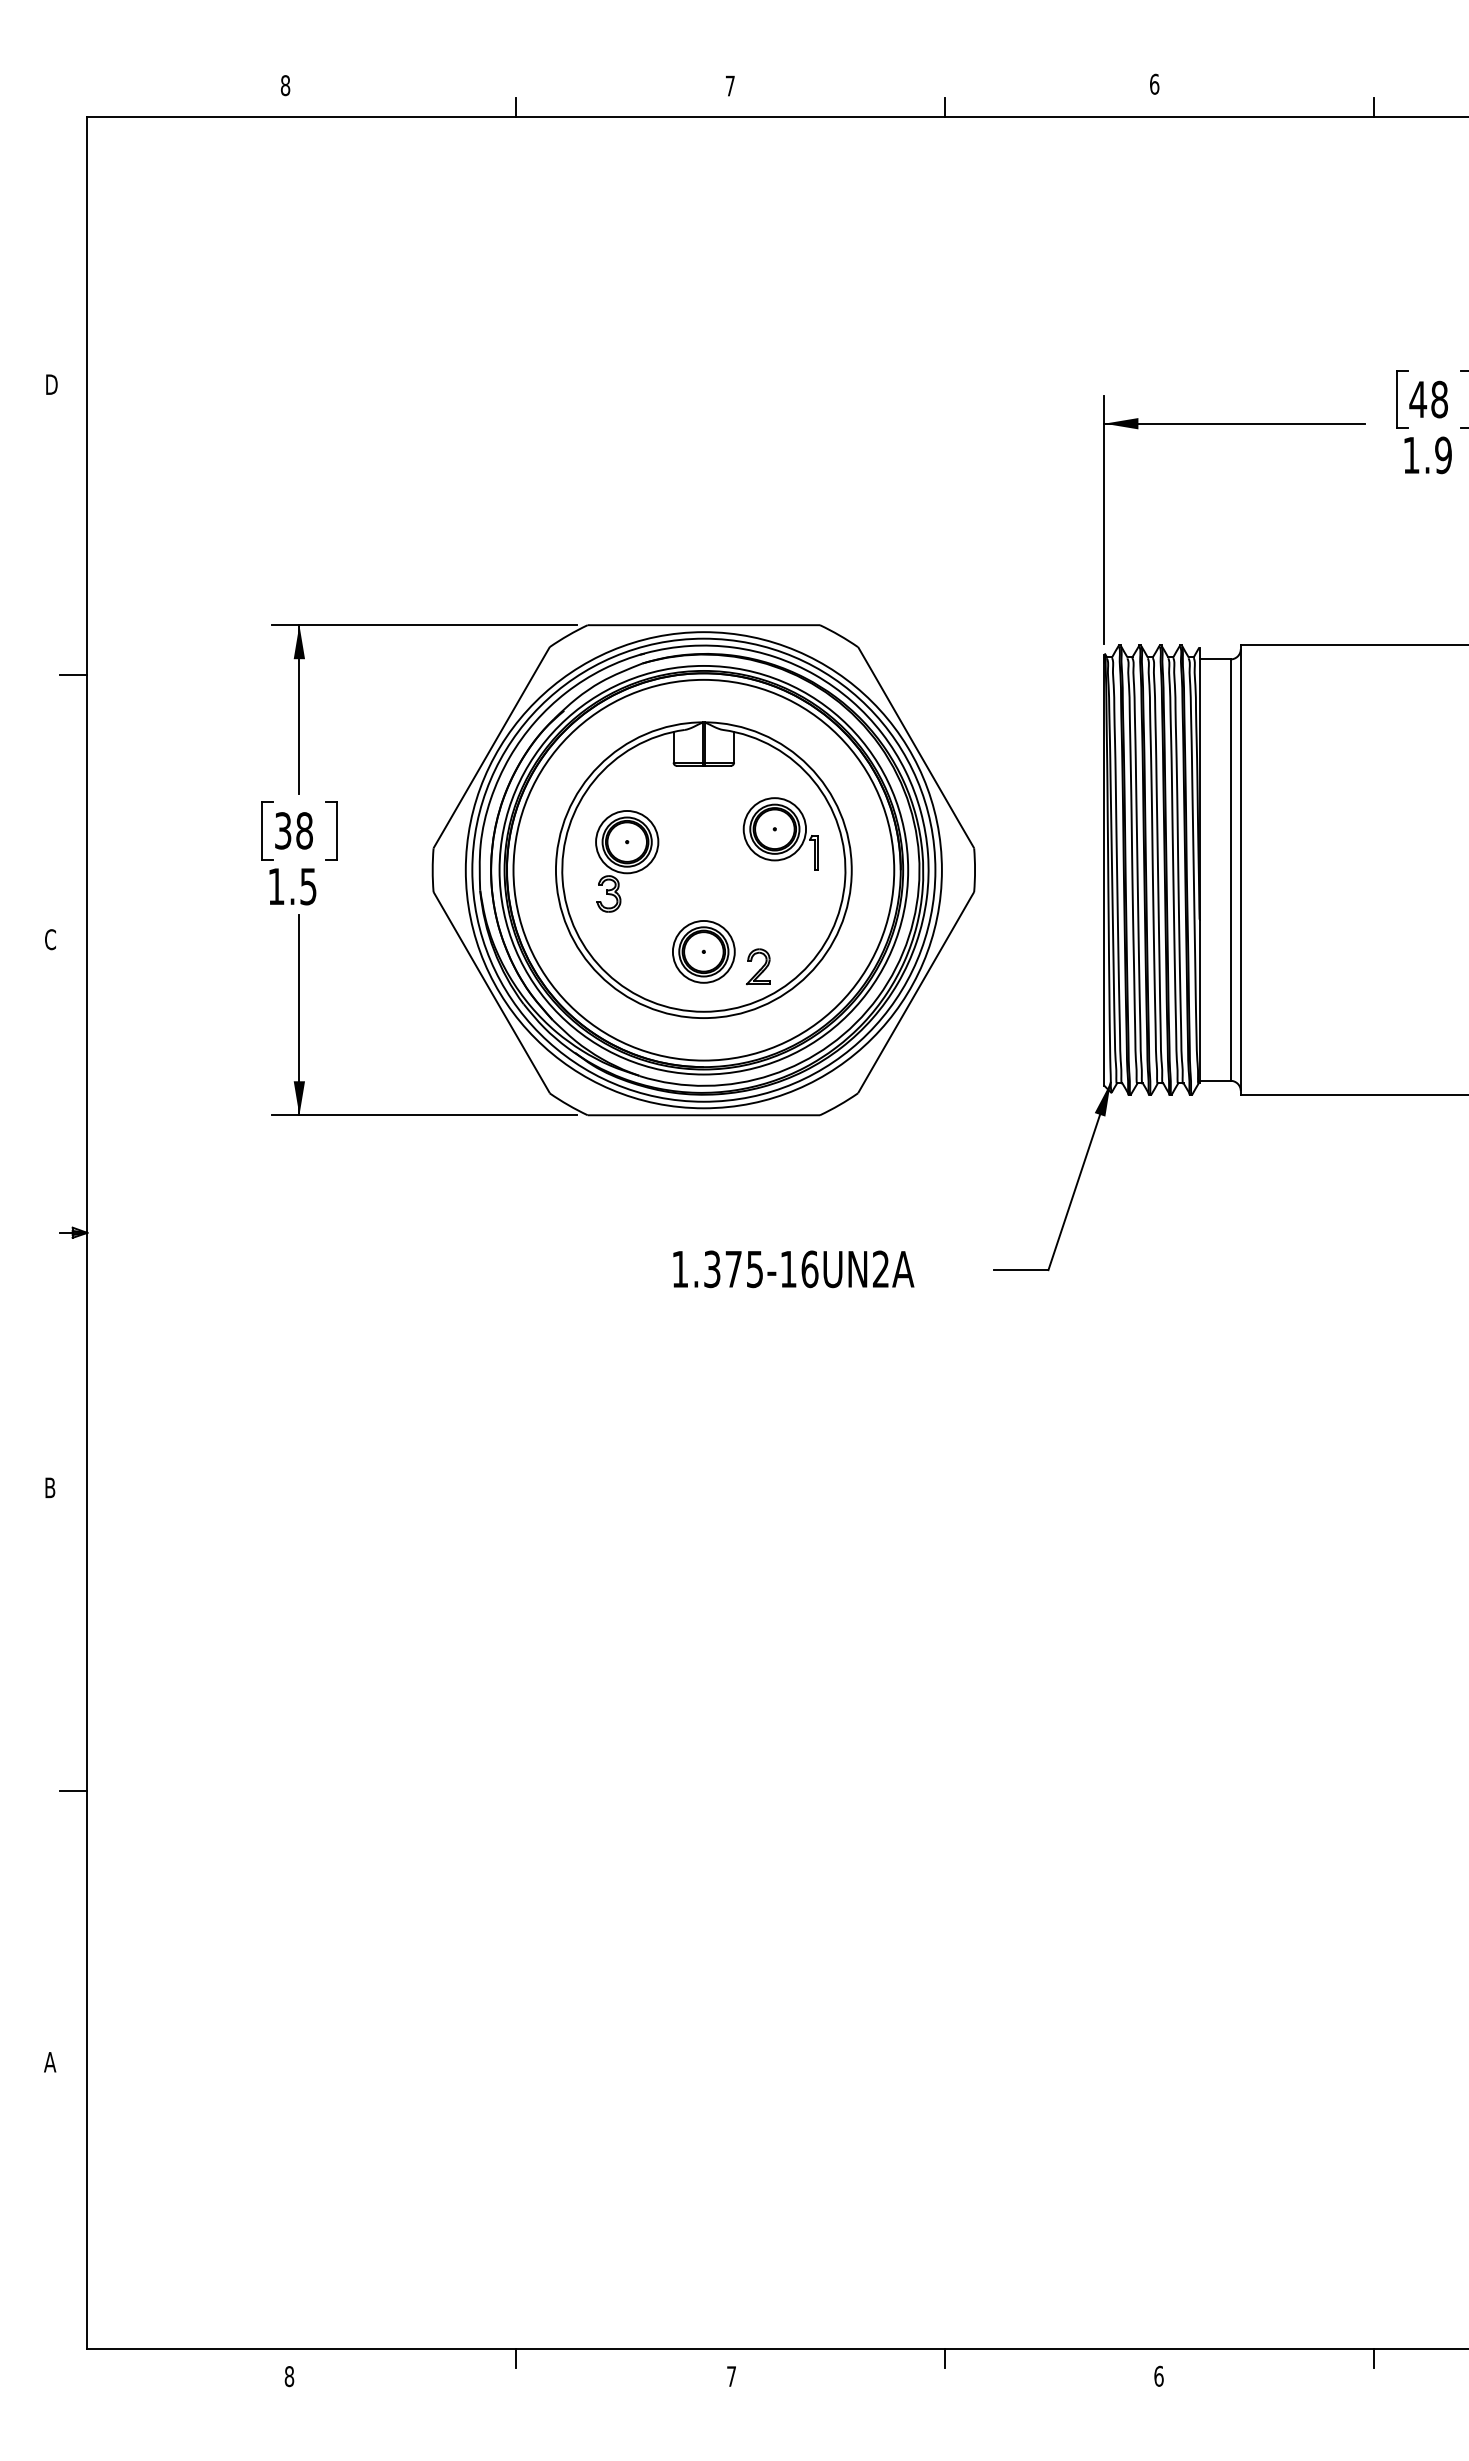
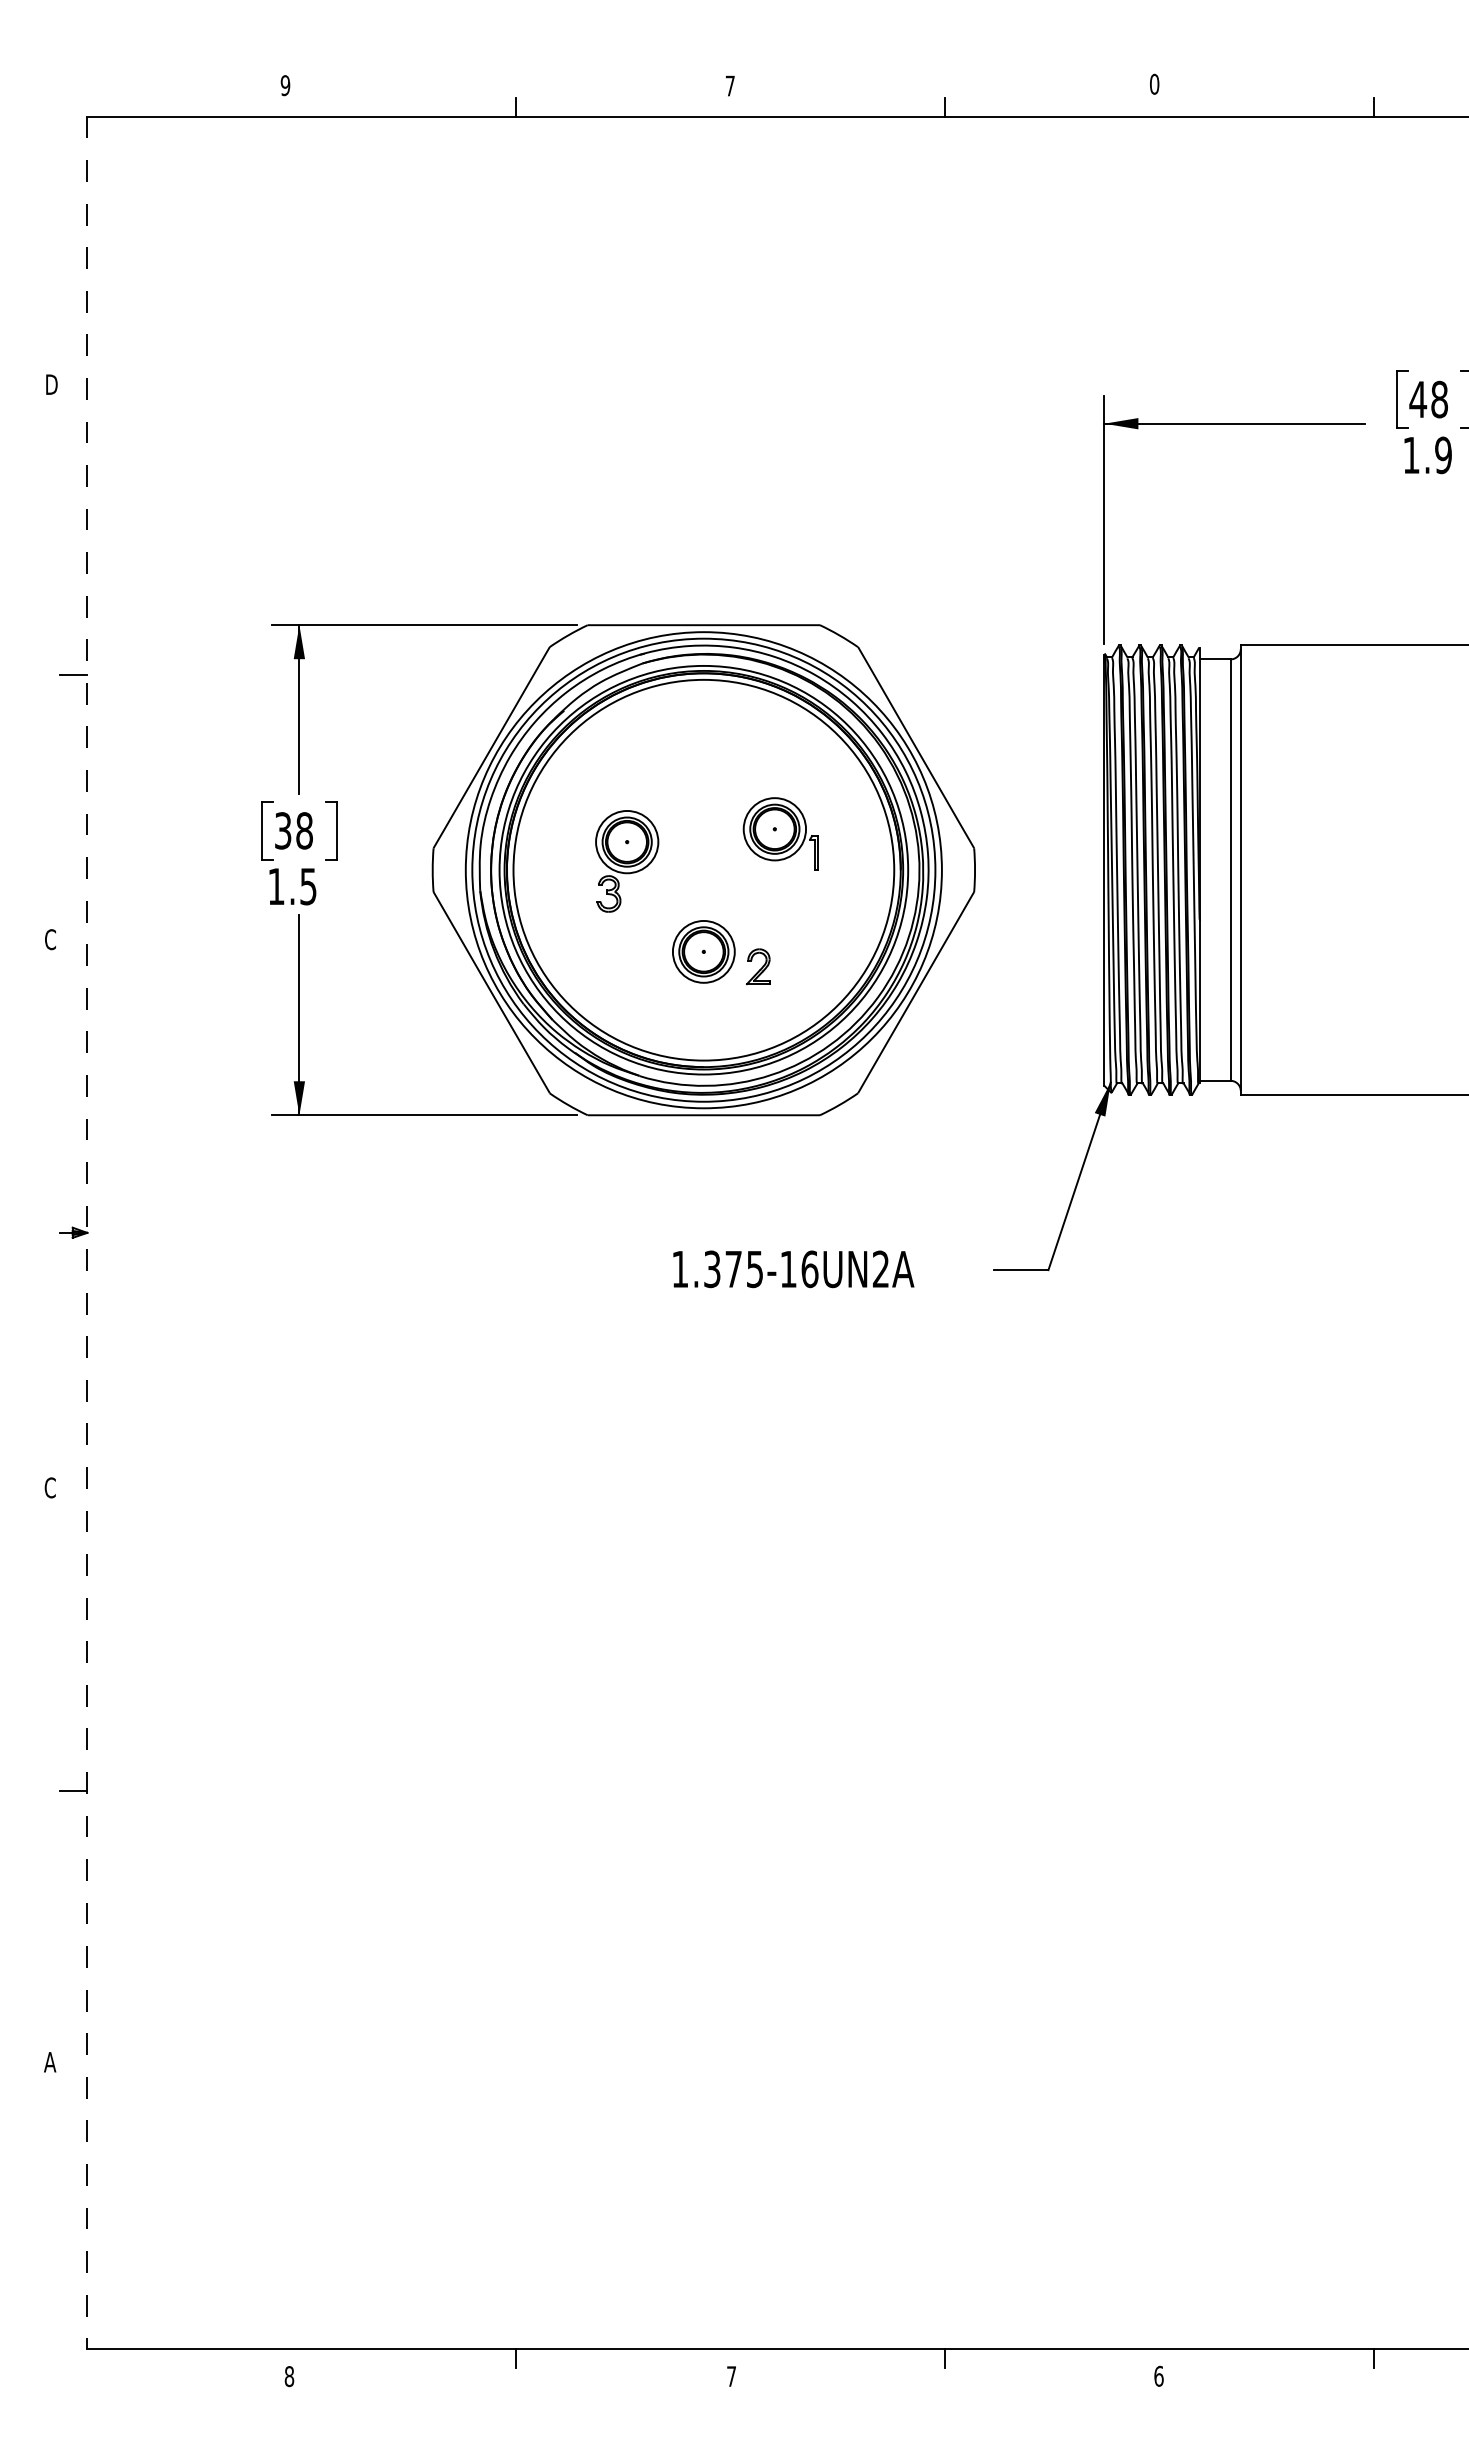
text at (1154, 83): 6 -> 0
text at (285, 85): 8 -> 9
part at (703, 869): present -> none
line at (87, 1233): solid -> dashed
text at (49, 1487): B -> C
